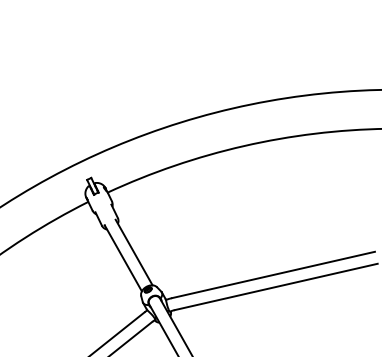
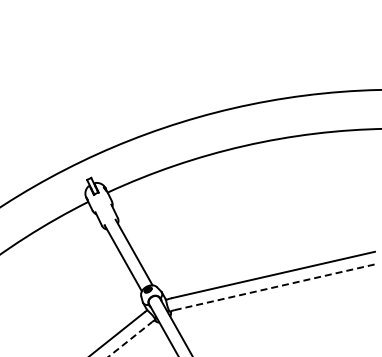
line at (276, 286): solid -> dashed
line at (130, 339): solid -> dashed
